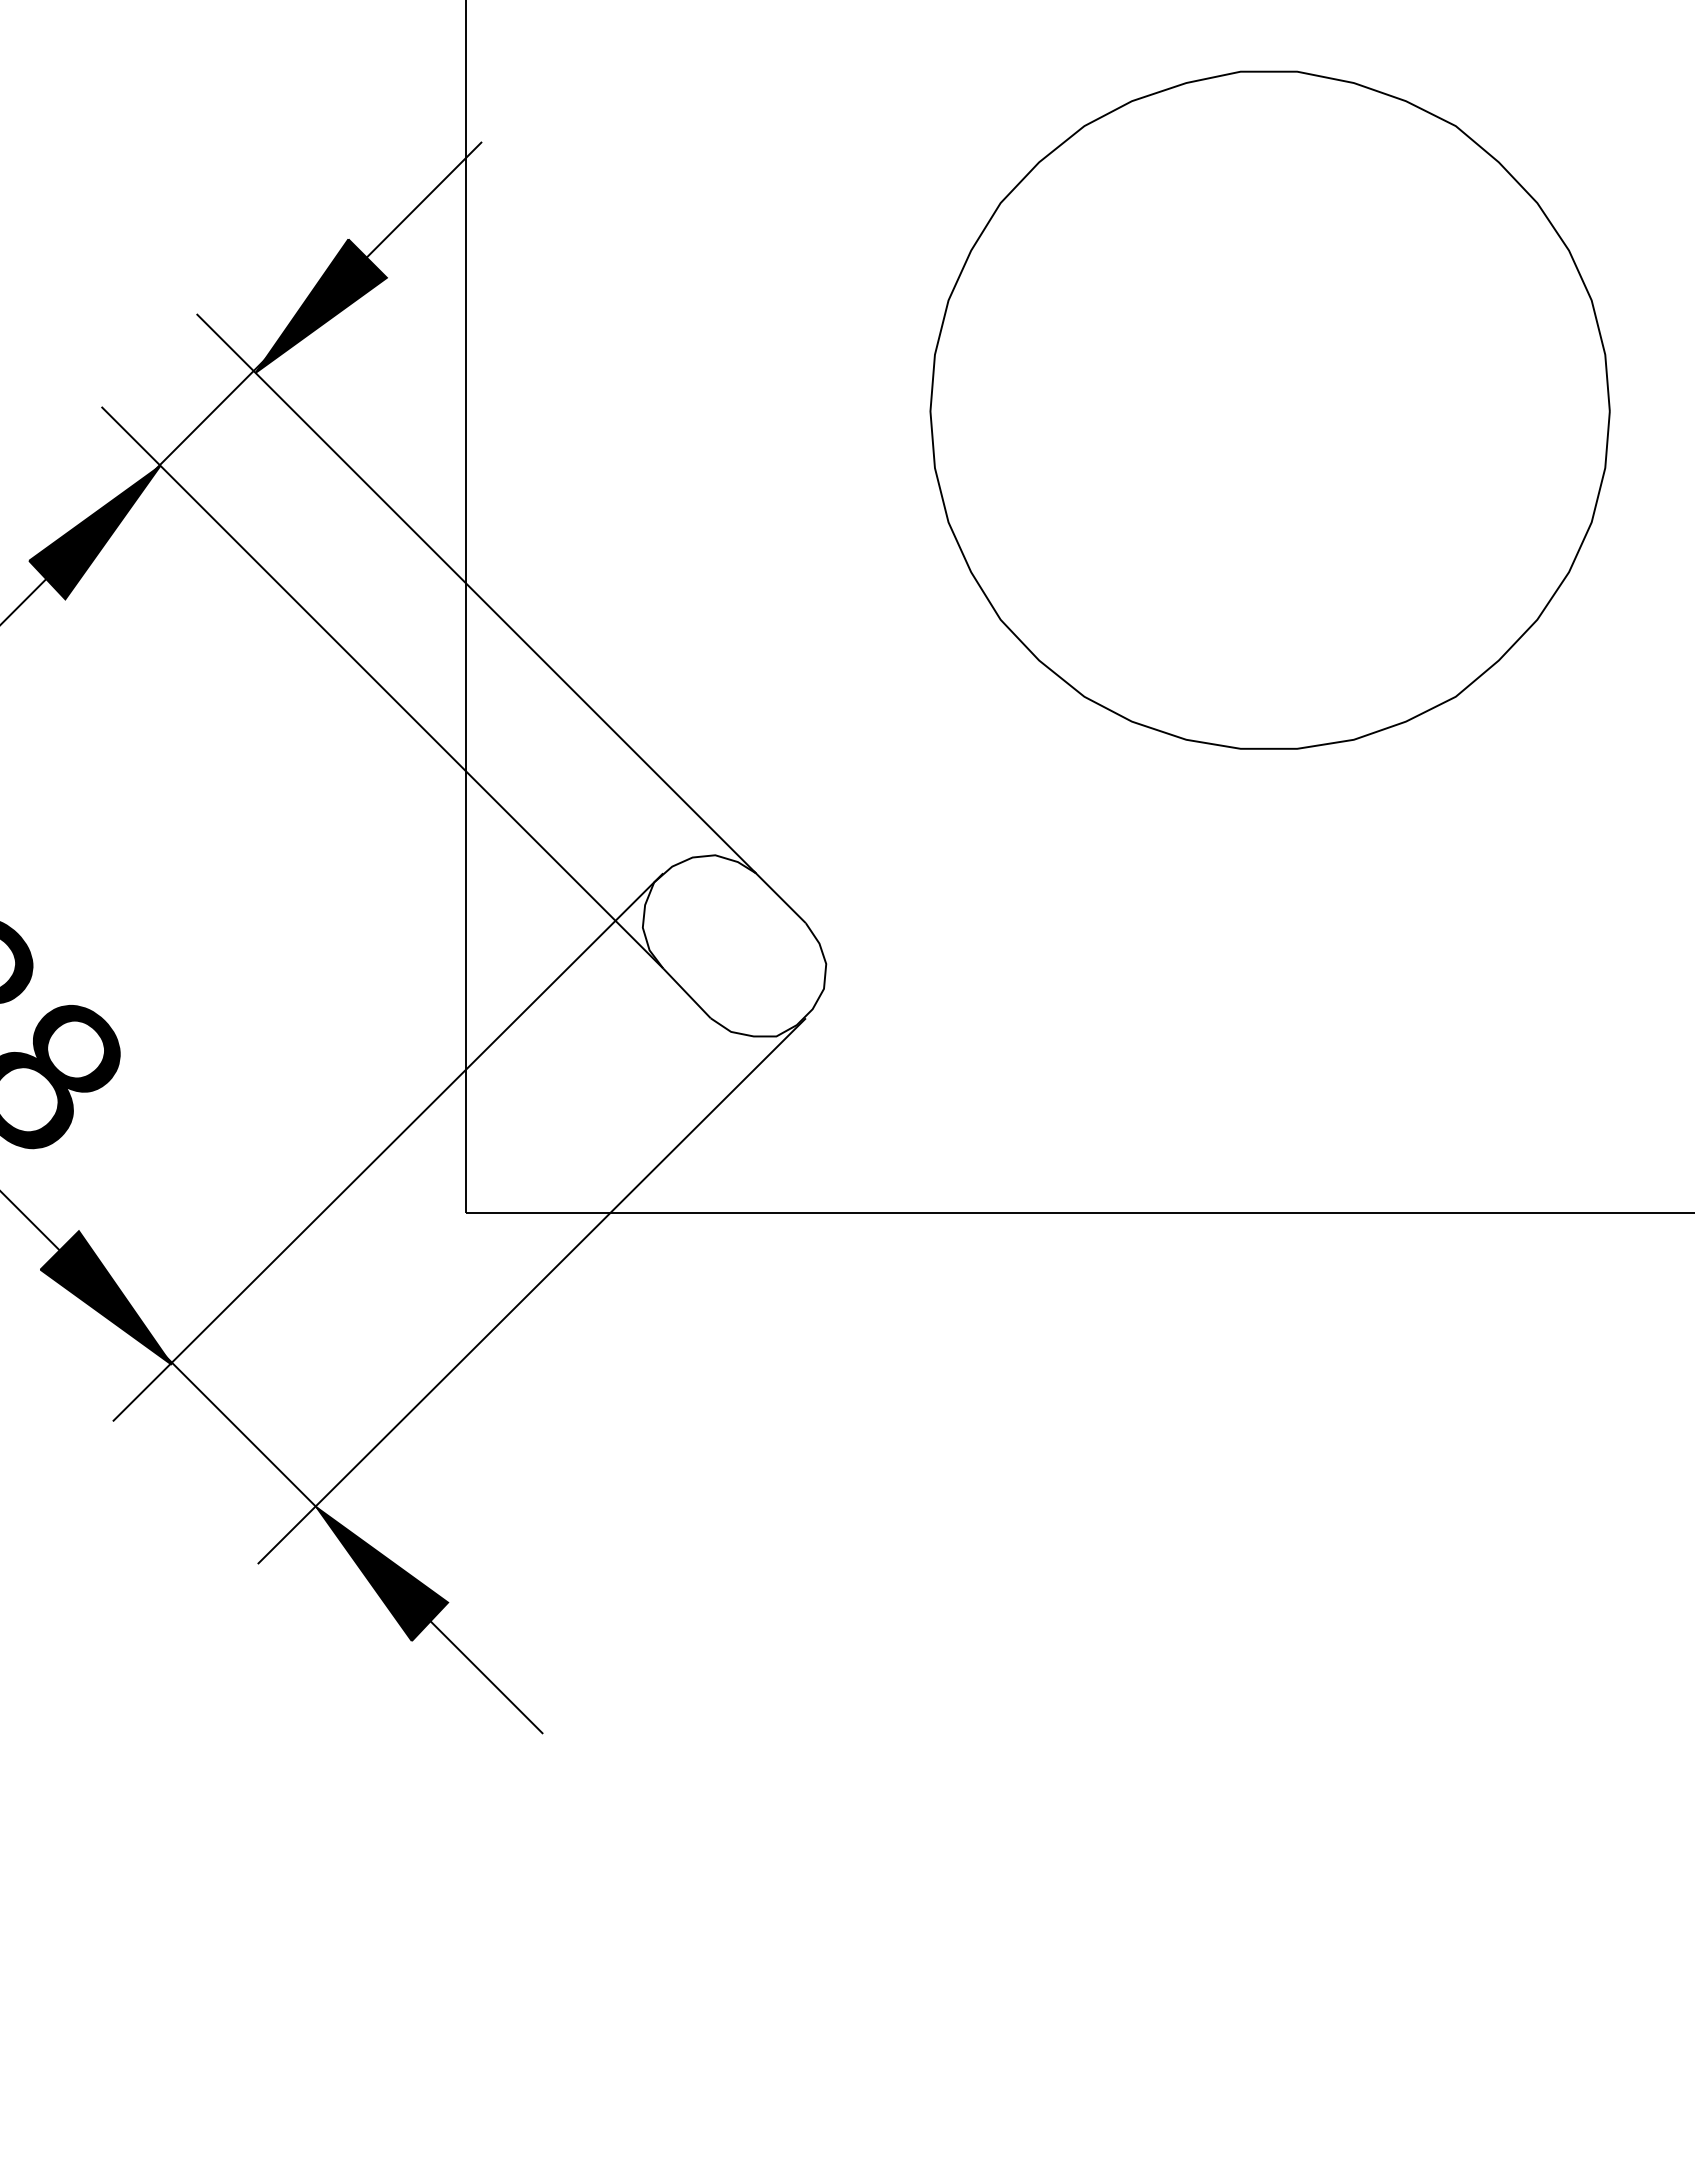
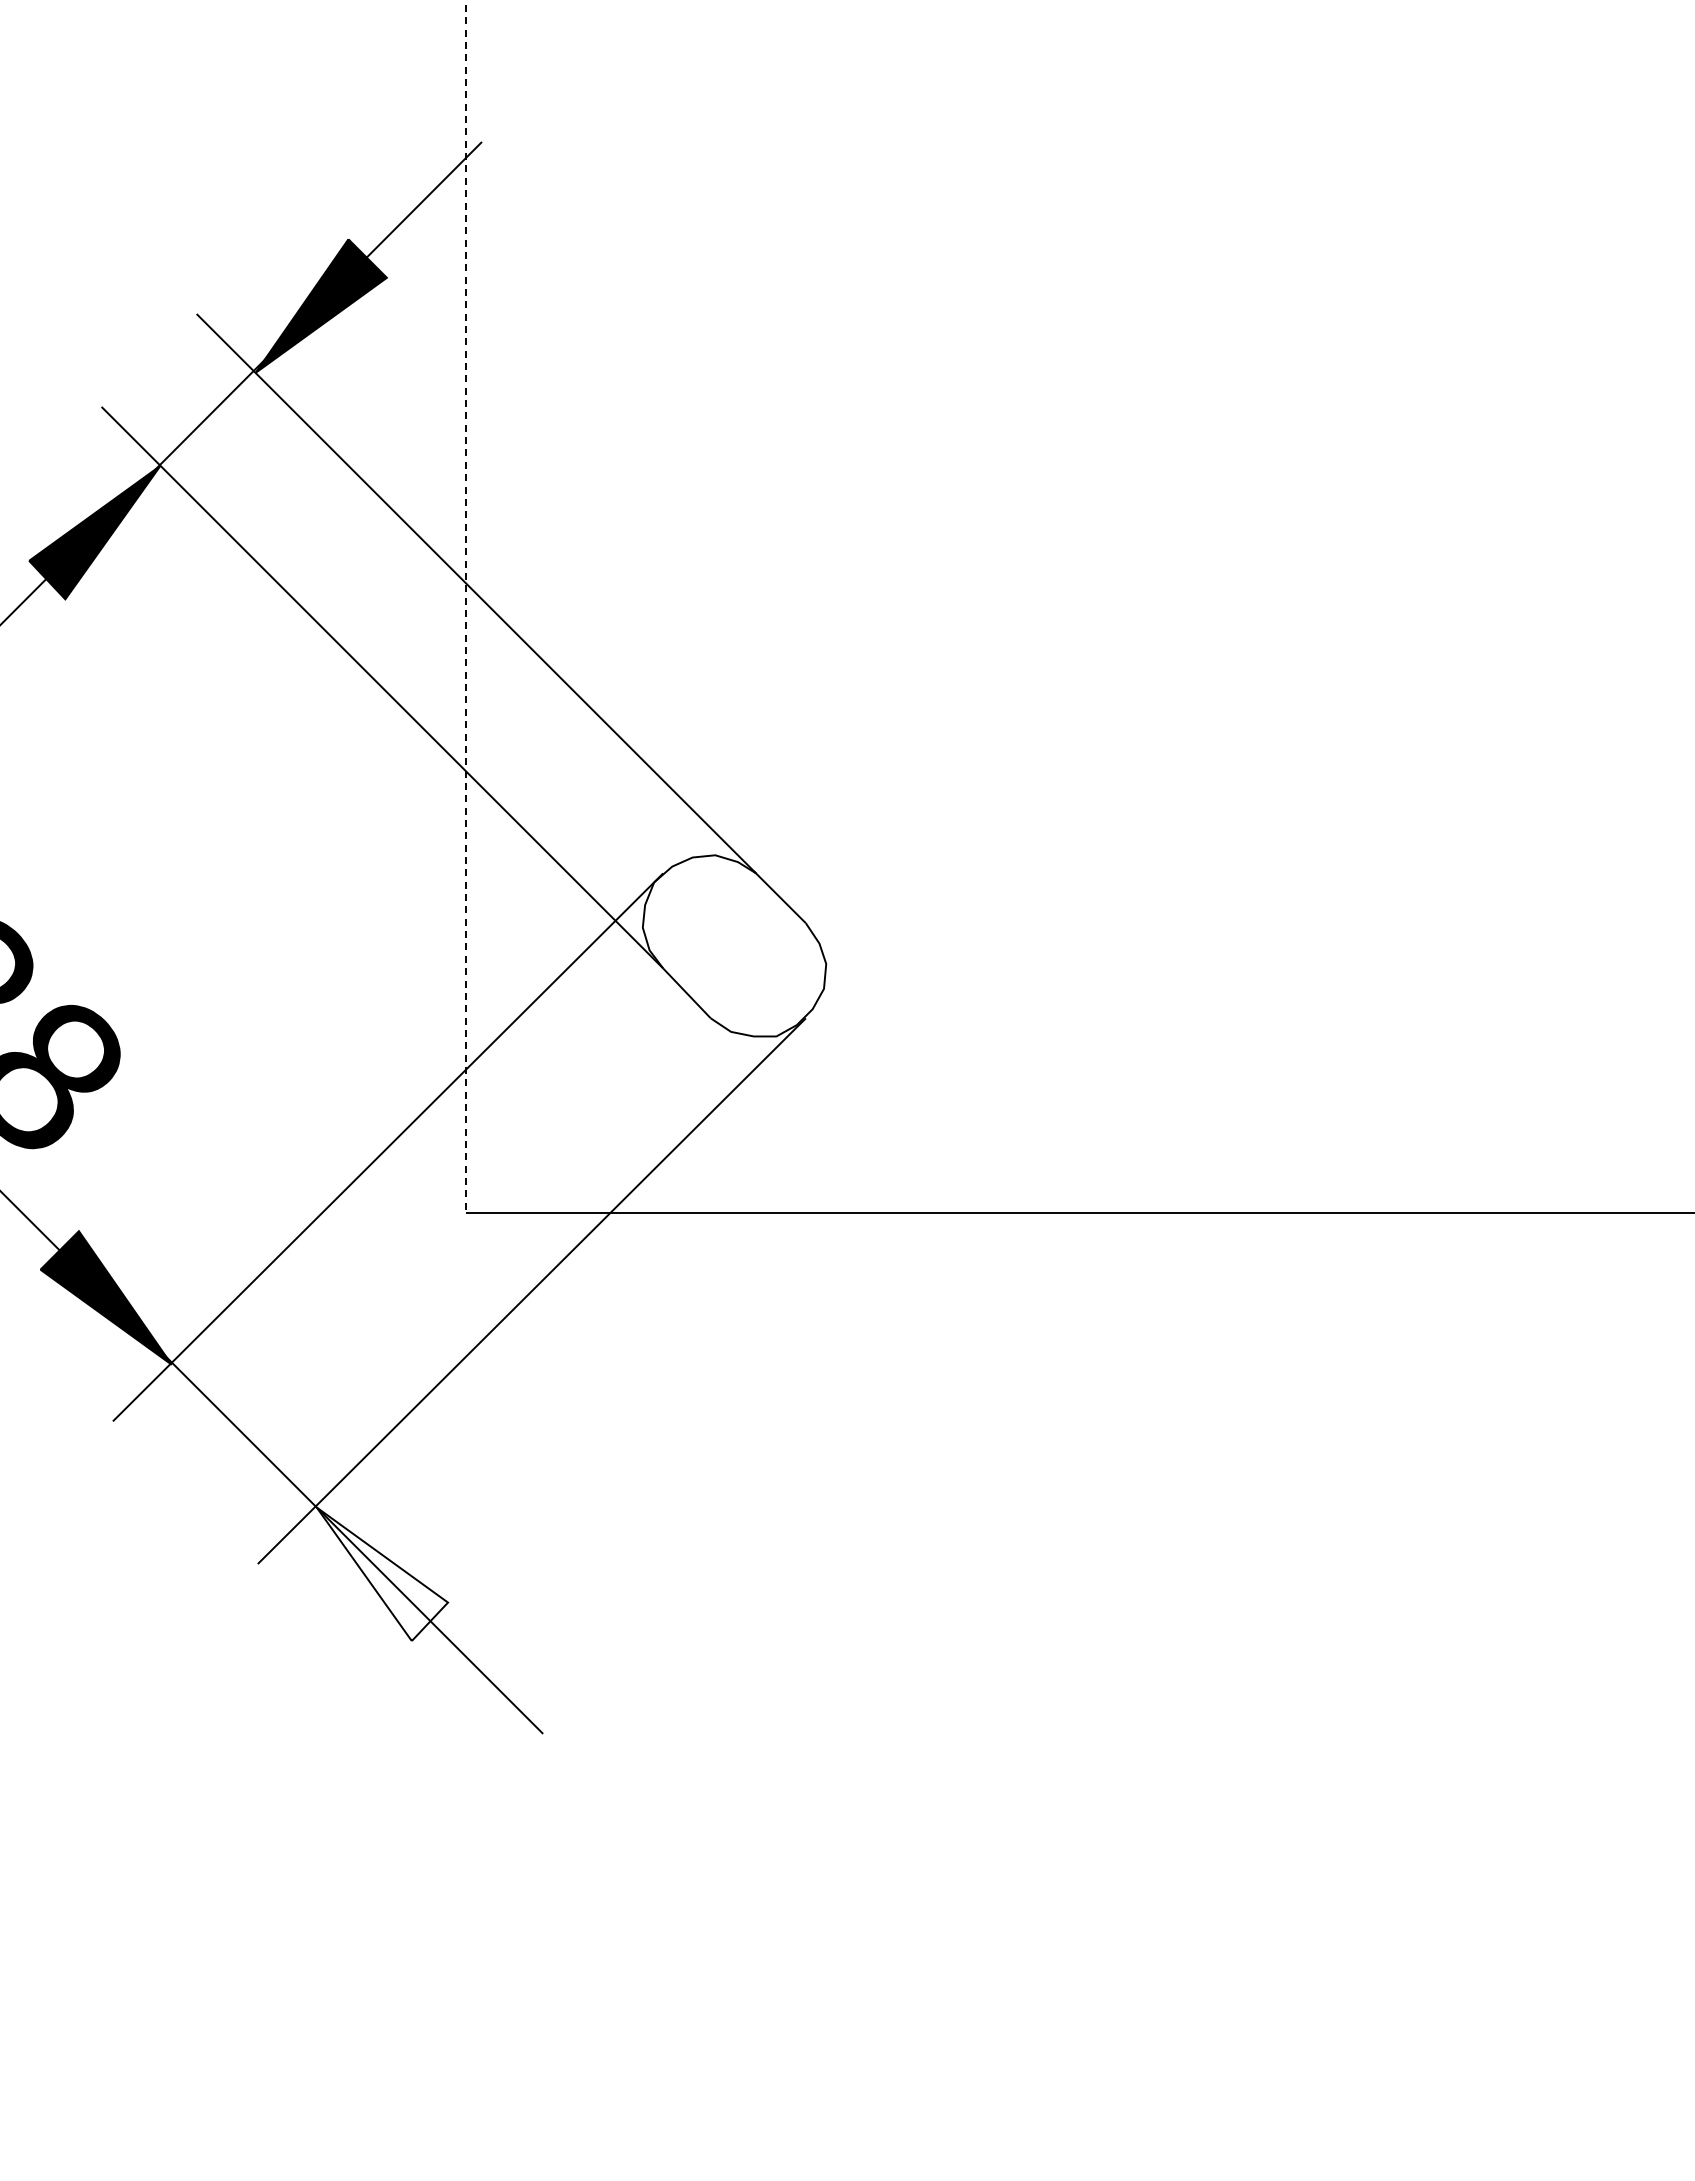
part at (1269, 409): present -> none
line at (466, 607): solid -> dashed
fill at (382, 1574): present -> none
